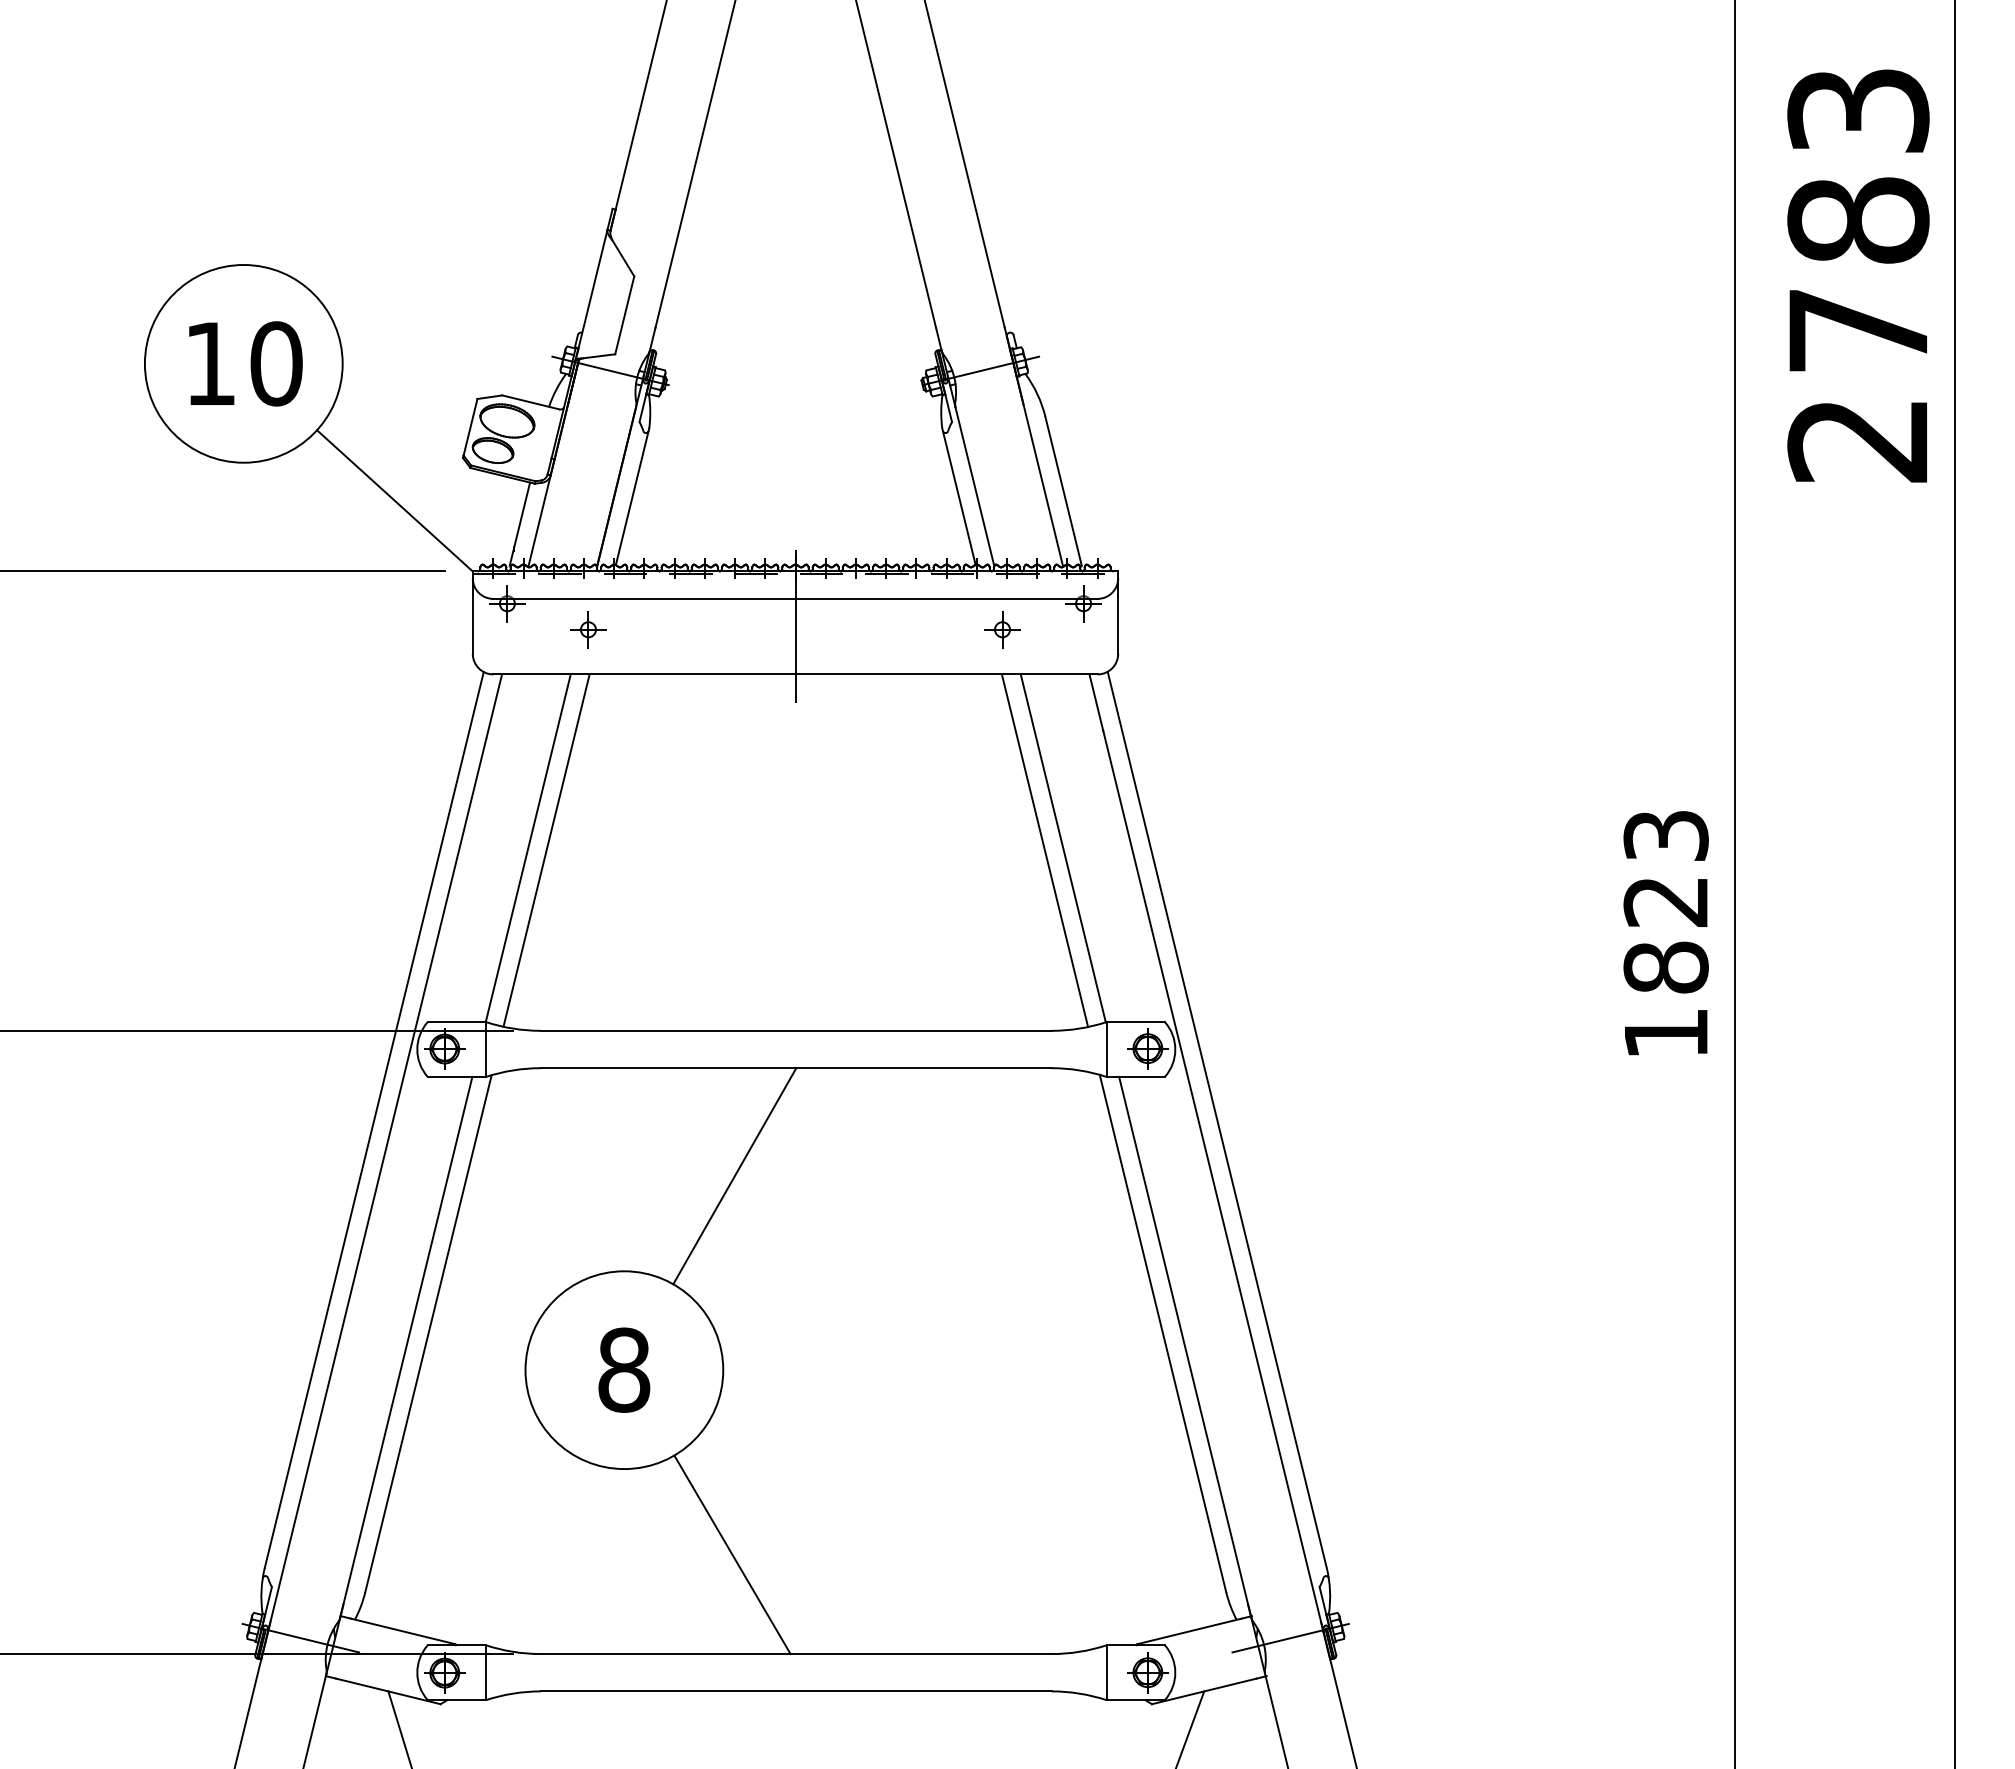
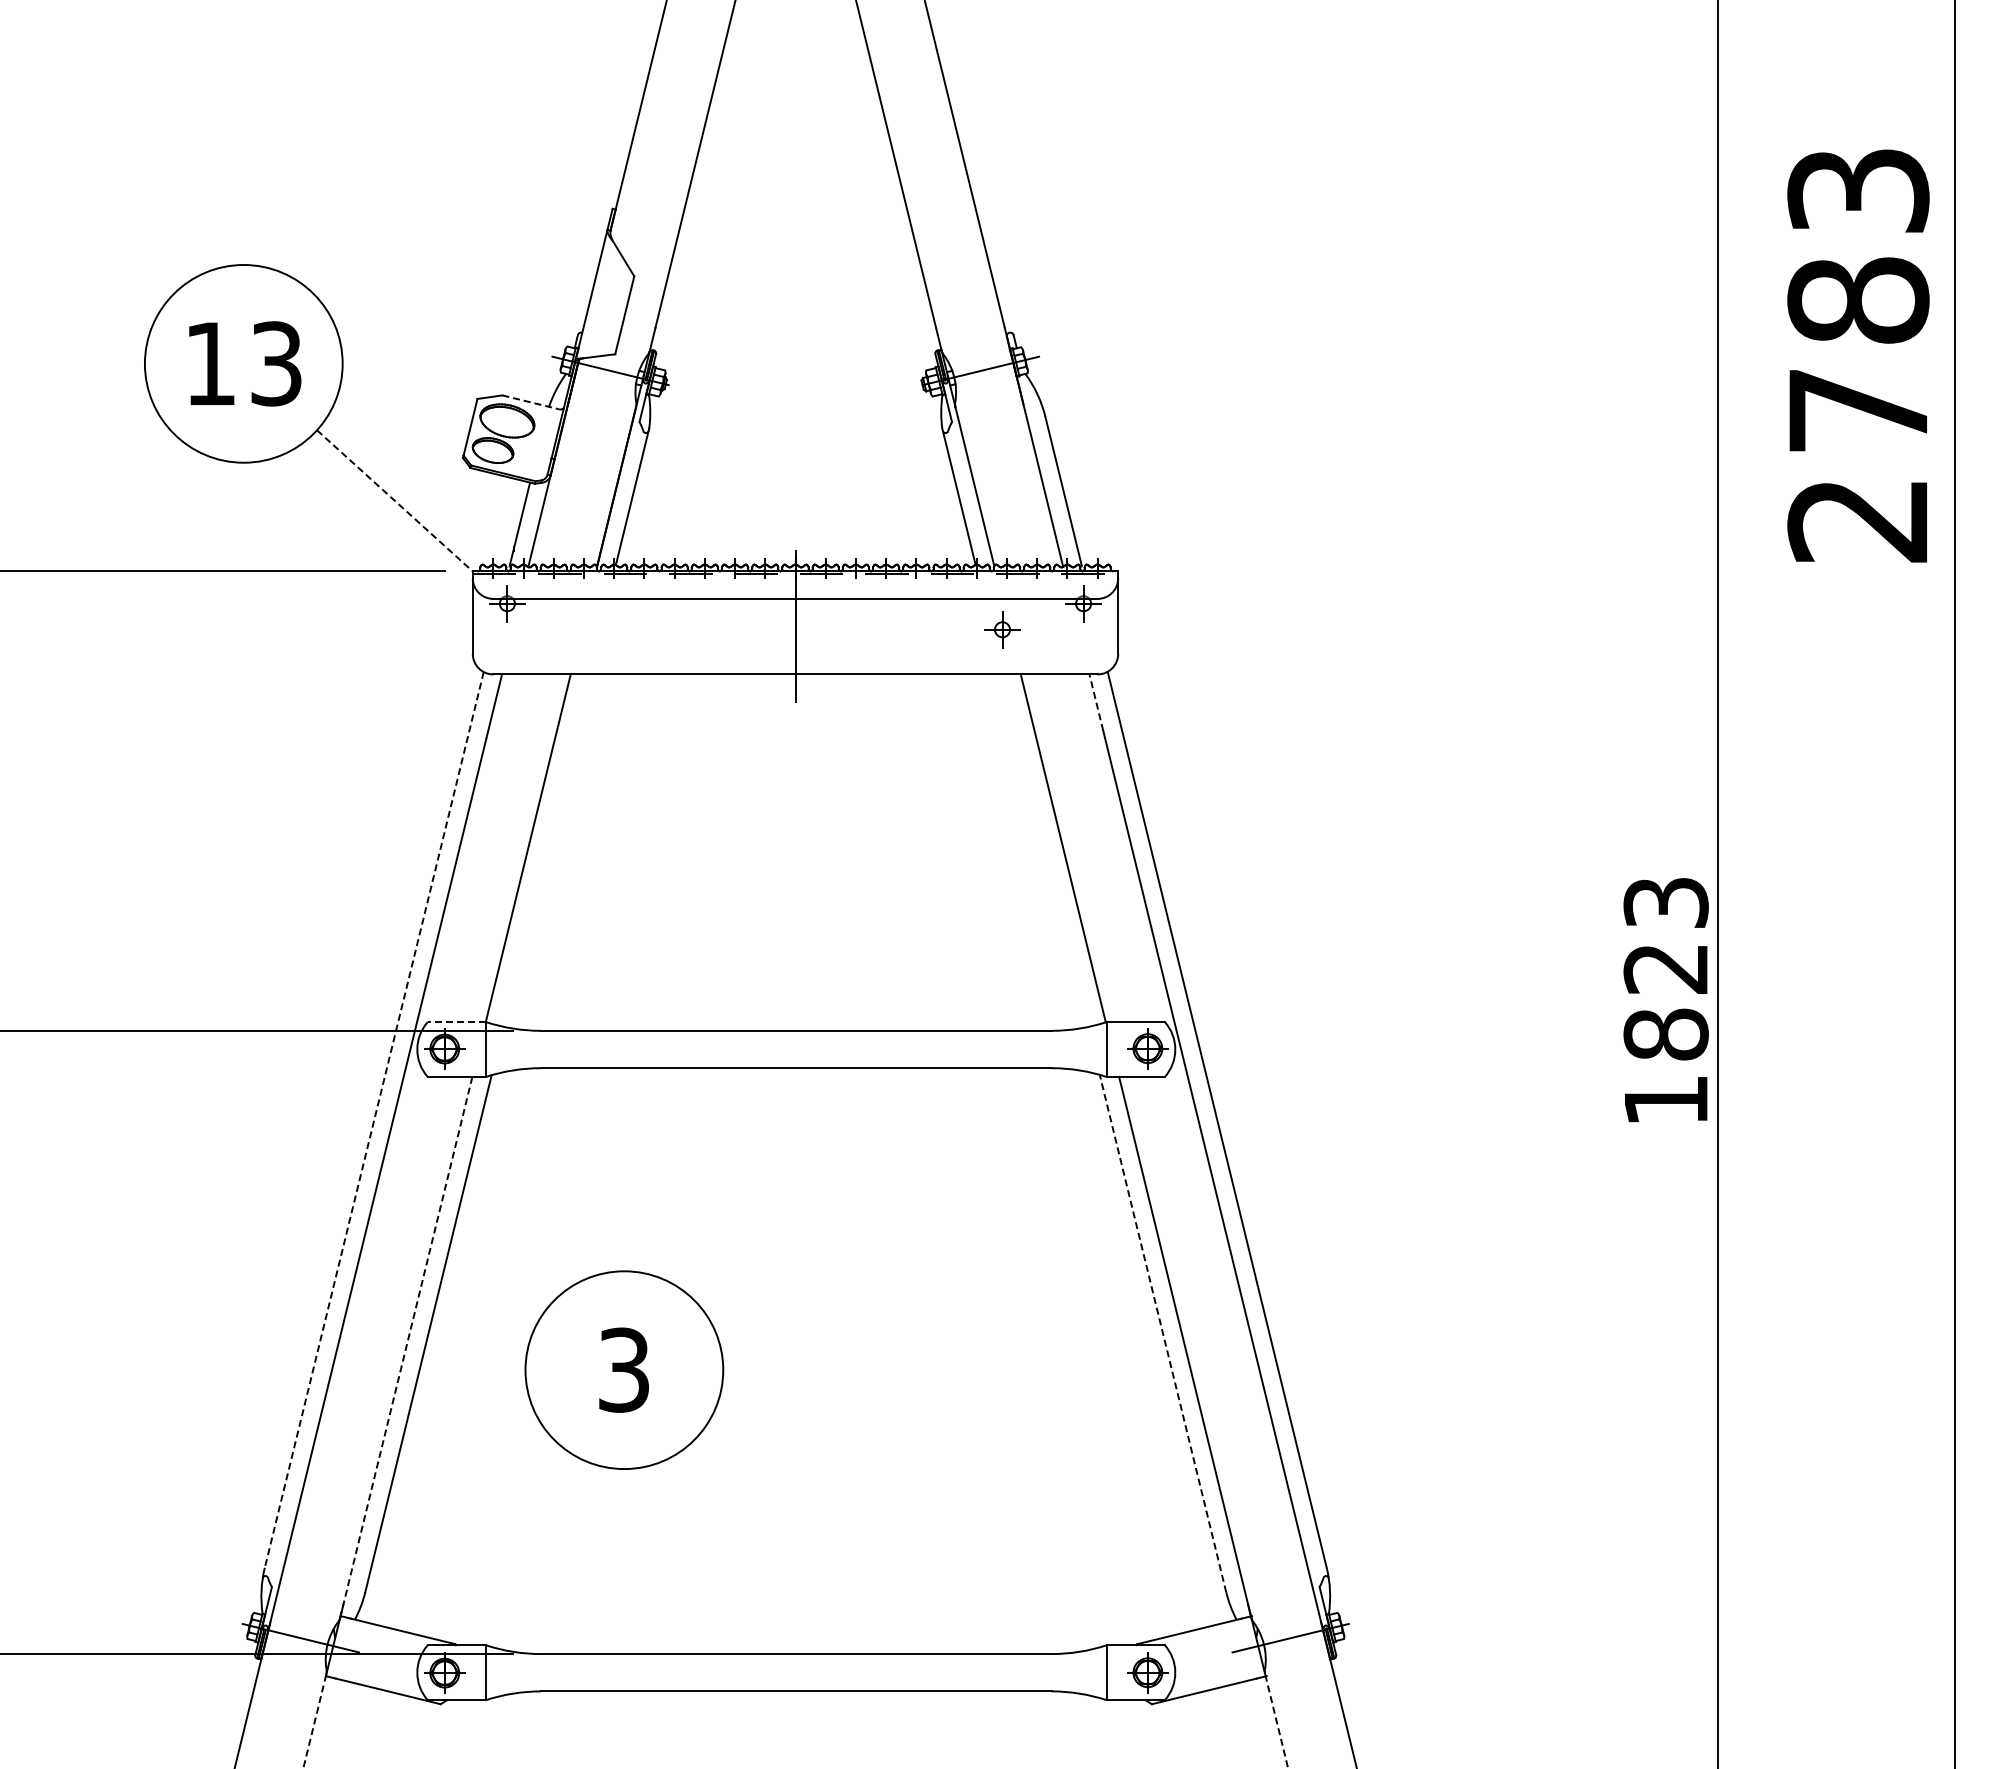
text at (1858, 275) position: (1858, 275) -> (1858, 355)
text at (276, 363): 10 -> 13
line at (531, 402): solid -> dashed
line at (395, 501): solid -> dashed
part at (588, 629): present -> none
line at (1096, 702): solid -> dashed
line at (546, 850): present -> none
line at (1044, 850): present -> none
line at (1734, 883) position: (1734, 883) -> (1717, 883)
text at (1665, 933) position: (1665, 933) -> (1665, 1000)
line at (456, 1022): solid -> dashed
line at (374, 1120): solid -> dashed
line at (734, 1176): present -> none
line at (1162, 1333): solid -> dashed
line at (406, 1347): solid -> dashed
text at (624, 1369): 8 -> 3
line at (732, 1554): present -> none
line at (314, 1722): solid -> dashed
line at (1276, 1722): solid -> dashed
line at (399, 1728): present -> none
line at (1190, 1728): present -> none
